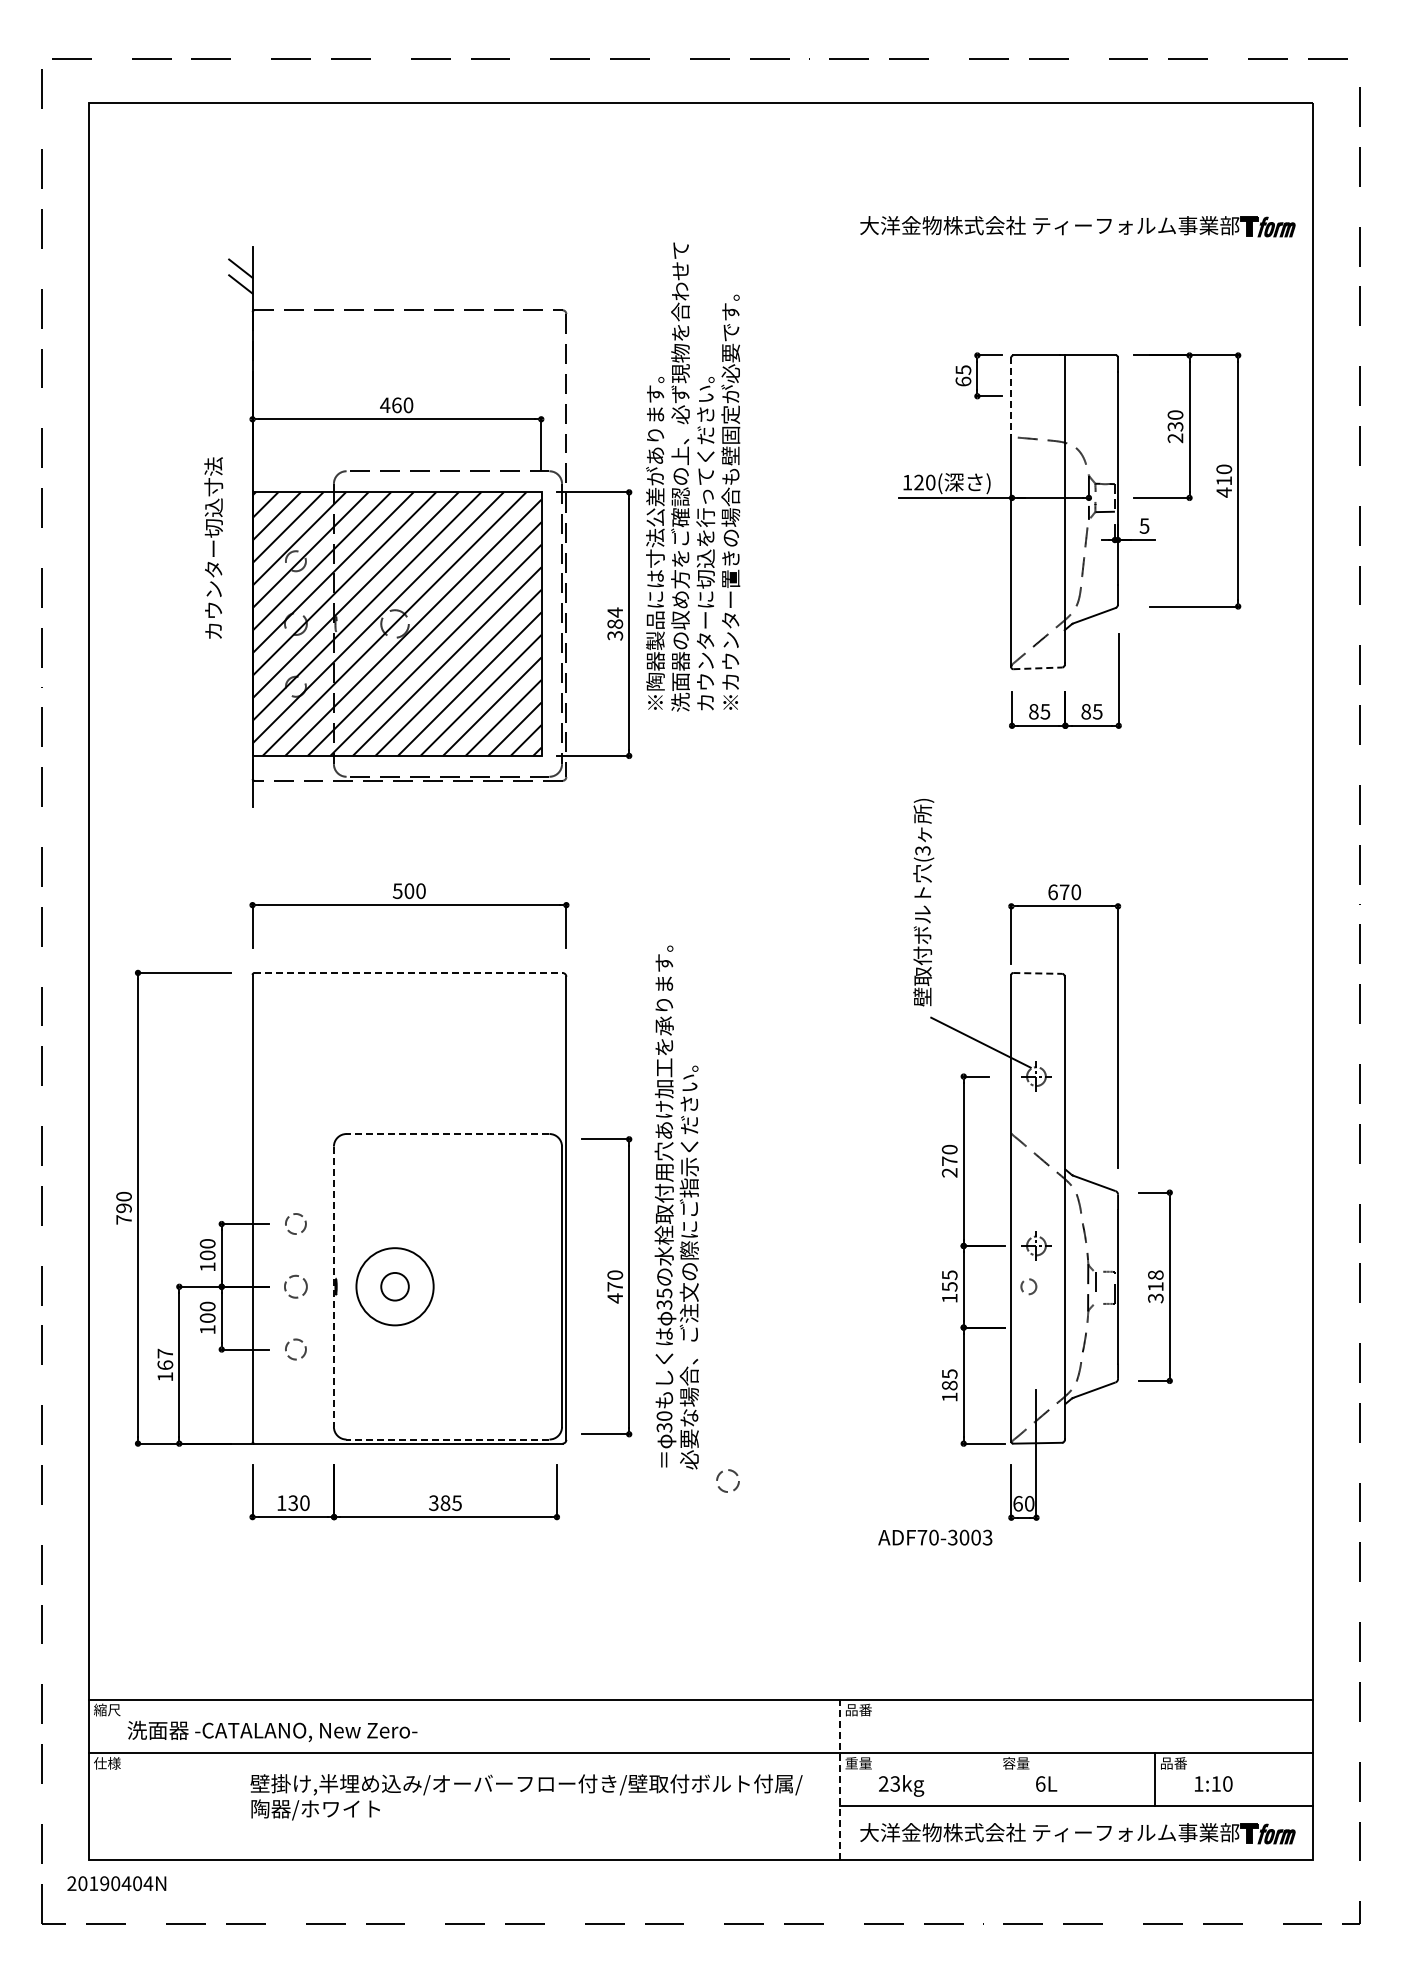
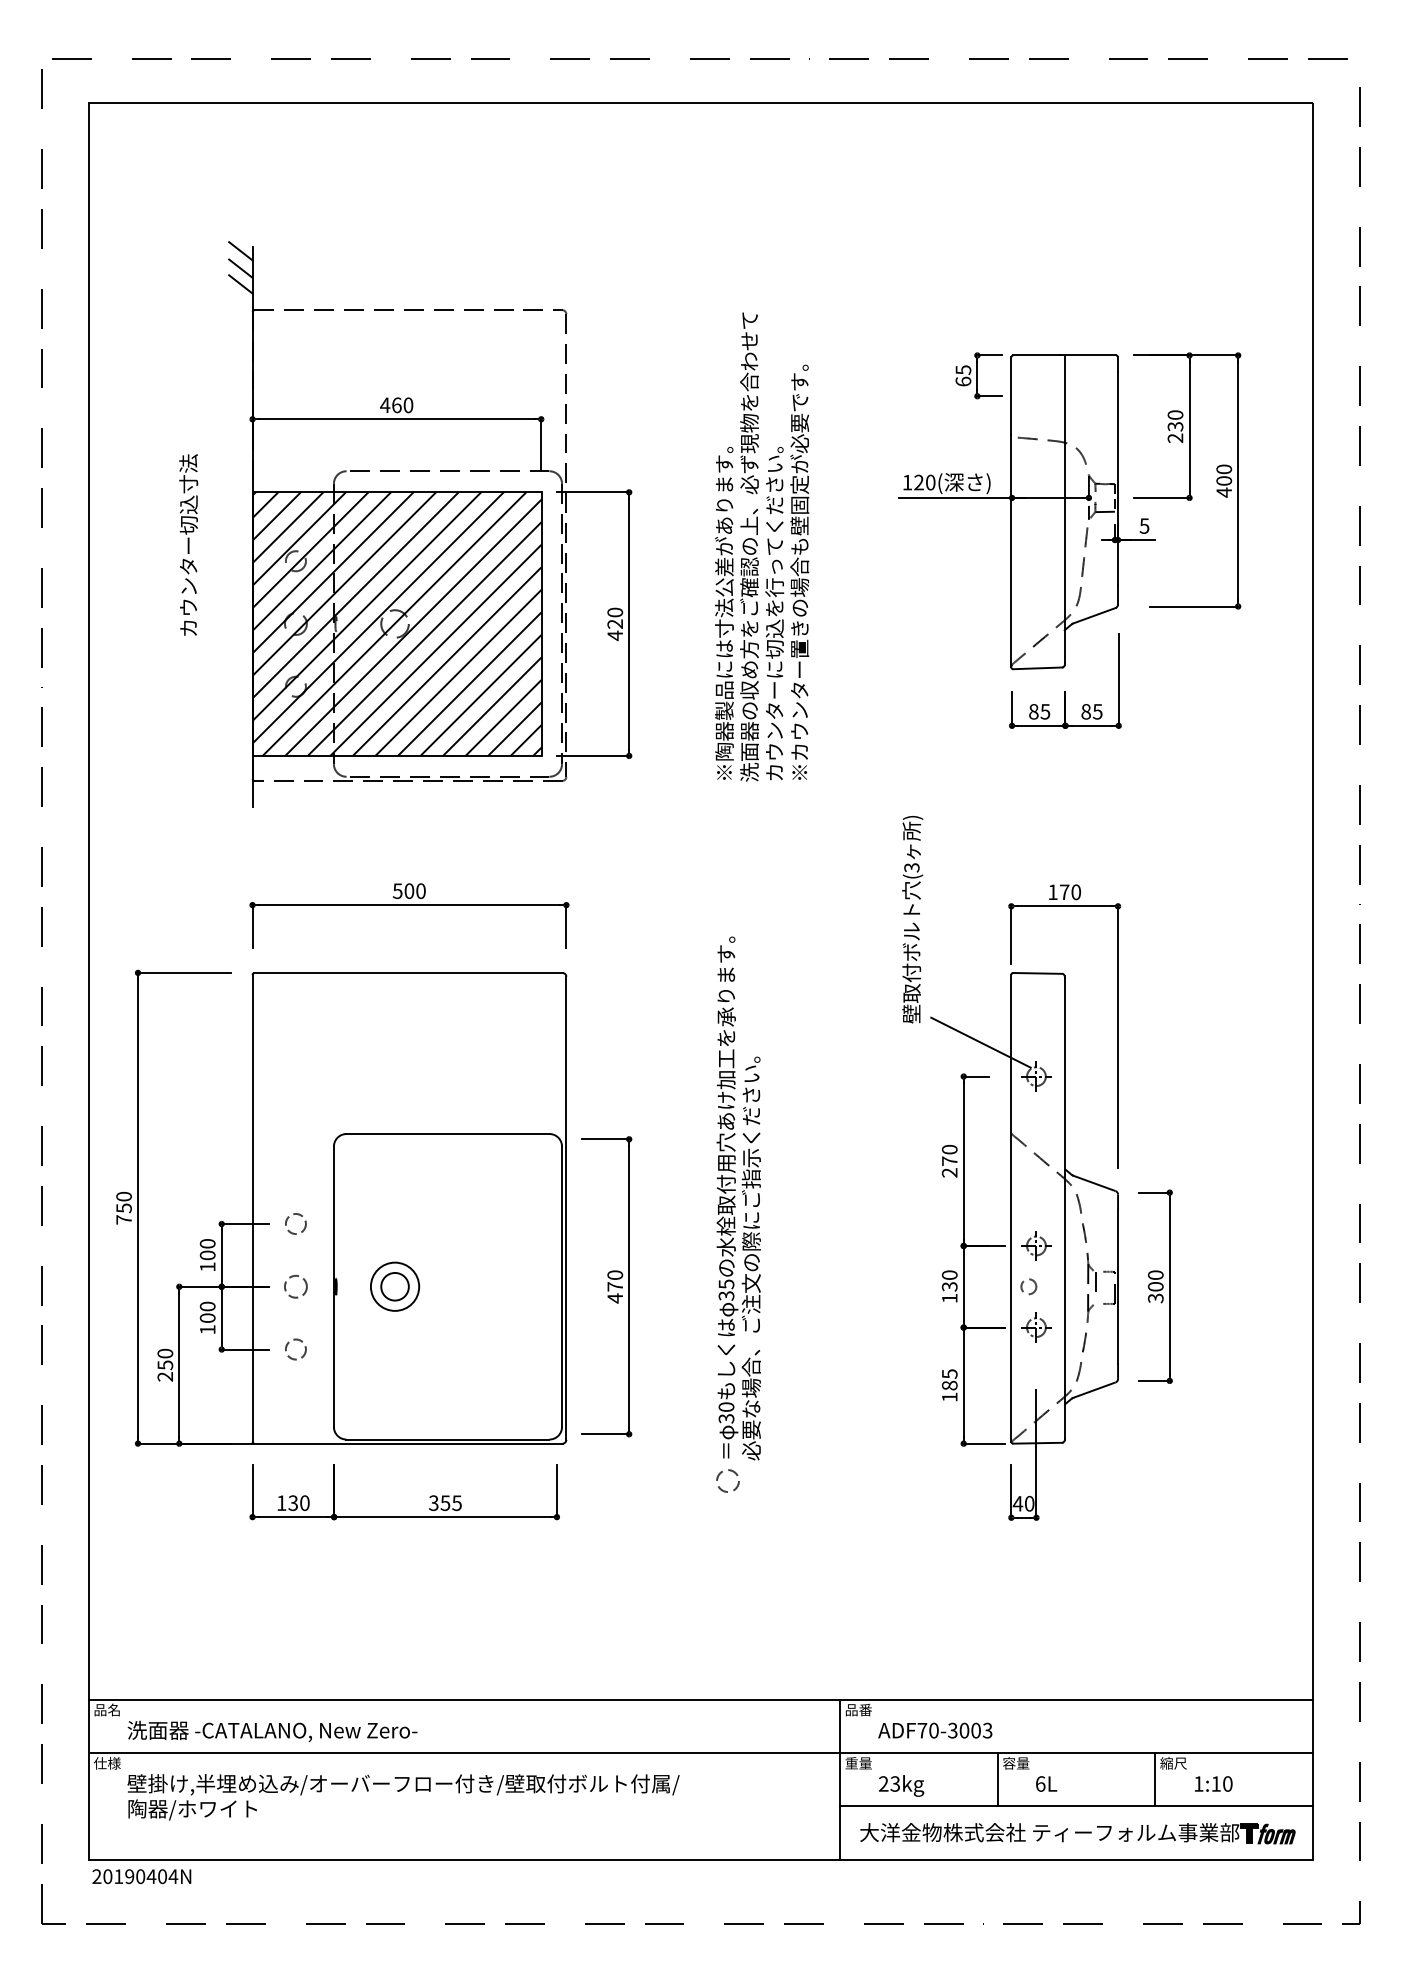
part at (1077, 226): present -> none
line at (240, 251): none -> present
line at (1011, 396): dashed -> solid
text at (693, 476) position: (693, 476) -> (762, 546)
text at (1224, 480): 410 -> 400
text at (213, 547) position: (213, 547) -> (188, 544)
text at (615, 624): 384 -> 420
line at (1037, 668): dashed -> solid
text at (1052, 892): 670 -> 170
text at (923, 902) position: (923, 902) -> (912, 919)
line at (409, 973): dashed -> solid
line at (1038, 973): dashed -> solid
line at (447, 1134): dashed -> solid
text at (676, 1207) position: (676, 1207) -> (738, 1198)
text at (123, 1208): 790 -> 750
text at (949, 1280): 155 -> 130
text at (1155, 1280): 318 -> 300
circle at (394, 1286) diameter: 77 px -> 48 px
line at (333, 1287): dashed -> solid
part at (1036, 1327): none -> present
text at (165, 1364): 167 -> 250
line at (447, 1439): dashed -> solid
text at (445, 1502): 385 -> 355
text at (1017, 1503): 60 -> 40
text at (935, 1537) position: (935, 1537) -> (935, 1730)
text at (107, 1709): 縮尺 -> 品名
text at (1173, 1763): 品番 -> 縮尺
line at (840, 1779): dashed -> solid
line at (997, 1779): none -> present
text at (526, 1797) position: (526, 1797) -> (403, 1797)
text at (116, 1883) position: (116, 1883) -> (141, 1876)
